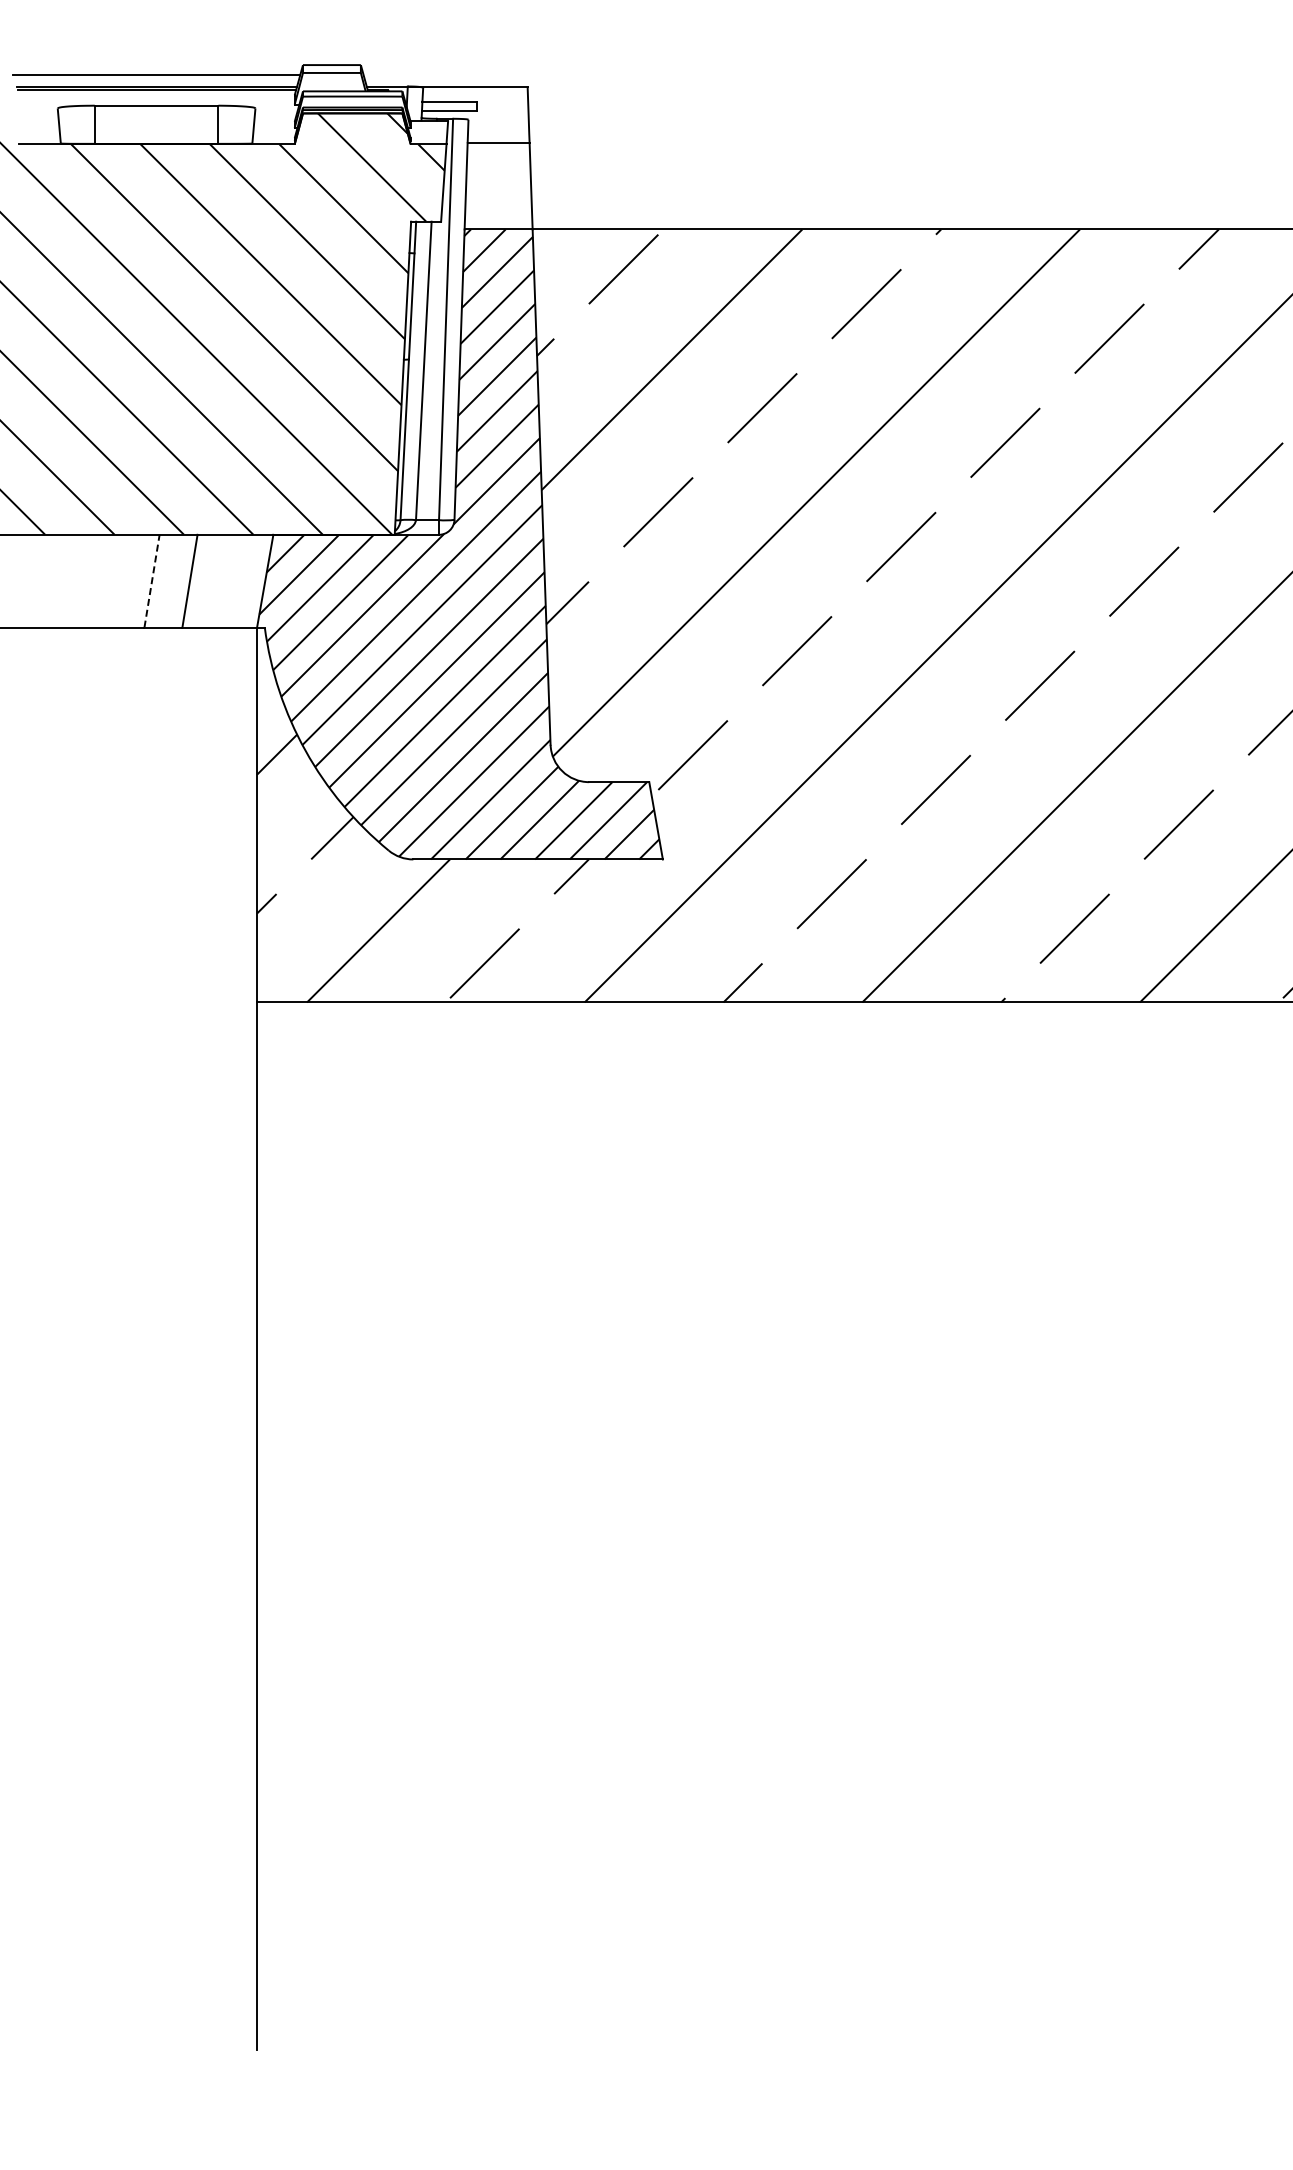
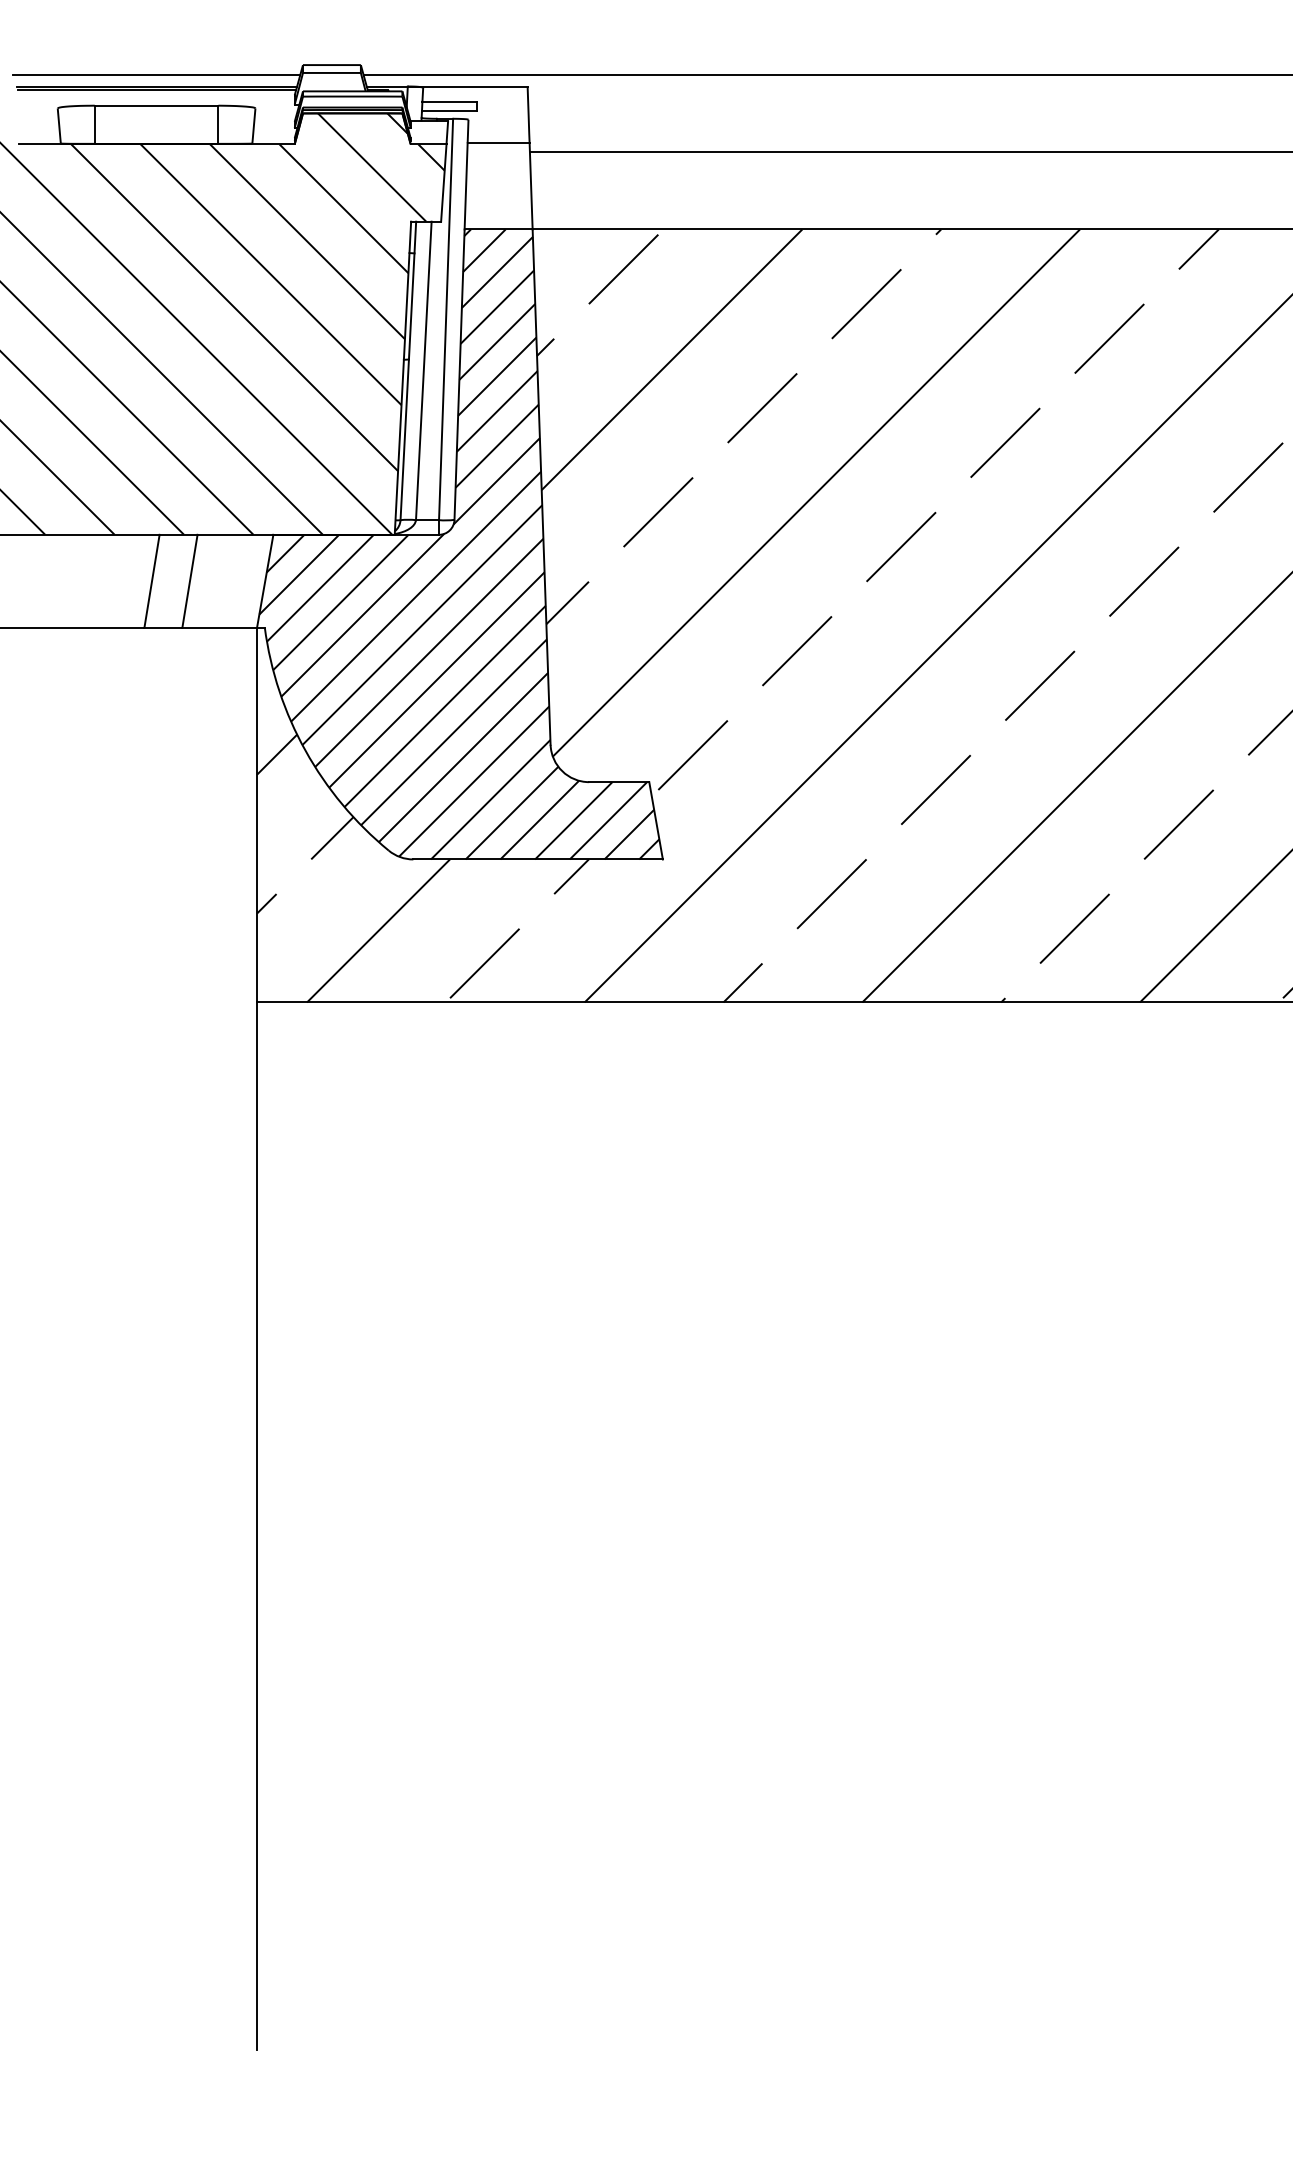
line at (826, 74): none -> present
line at (909, 152): none -> present
line at (152, 581): dashed -> solid
